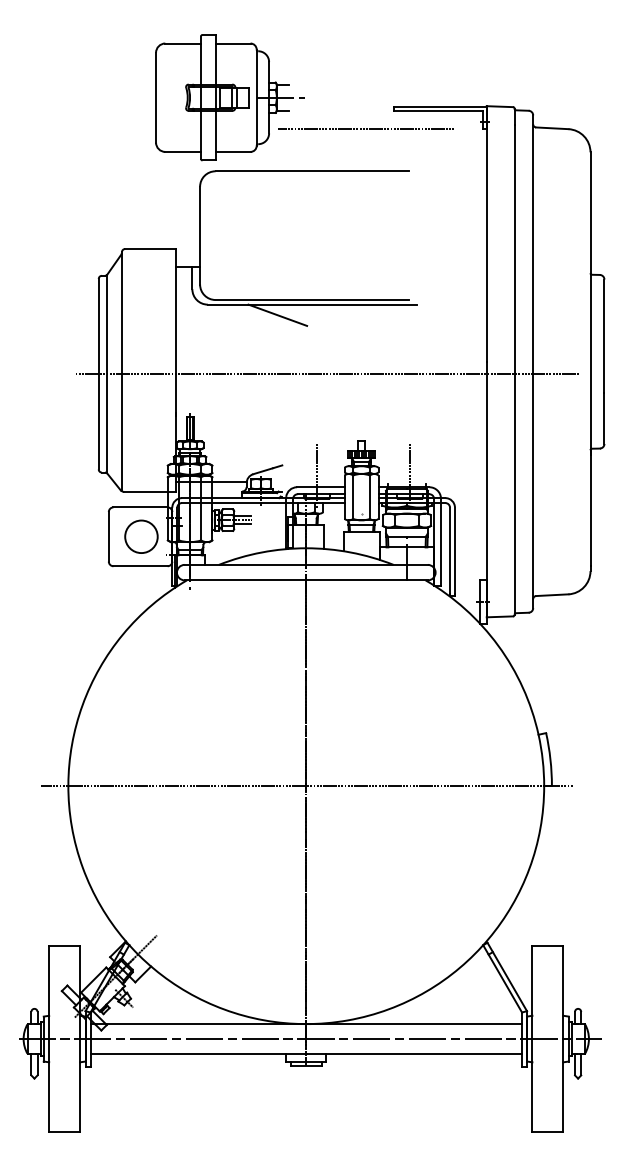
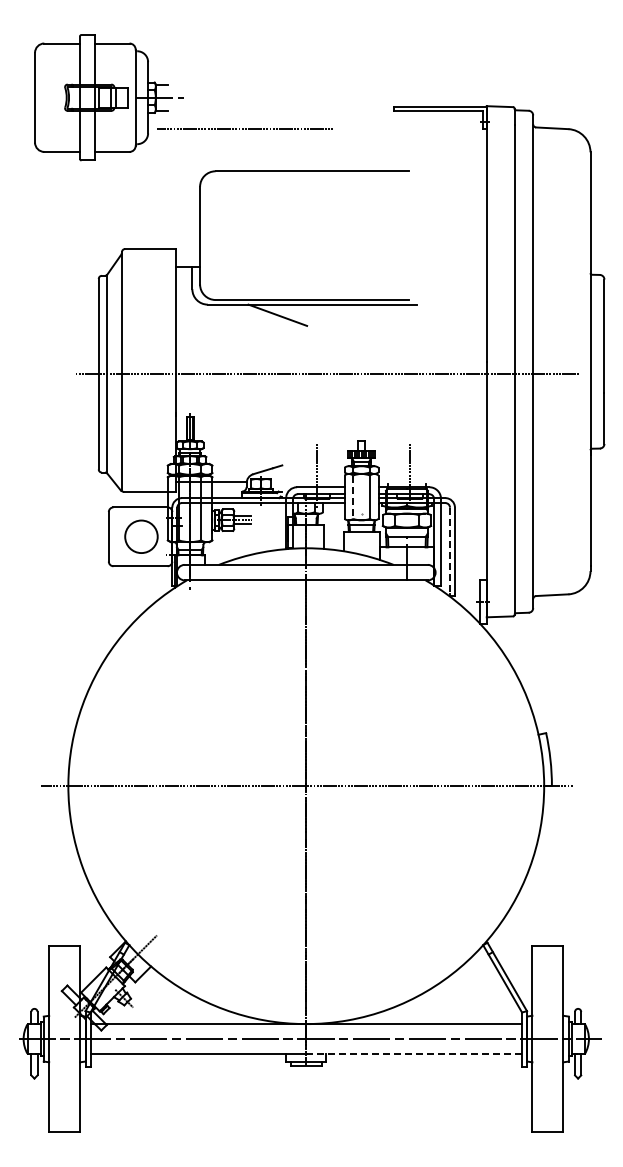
part at (304, 97) position: (304, 97) -> (183, 97)
line at (353, 497): solid -> dashed
line at (450, 551): solid -> dashed
line at (414, 1053): solid -> dashed
